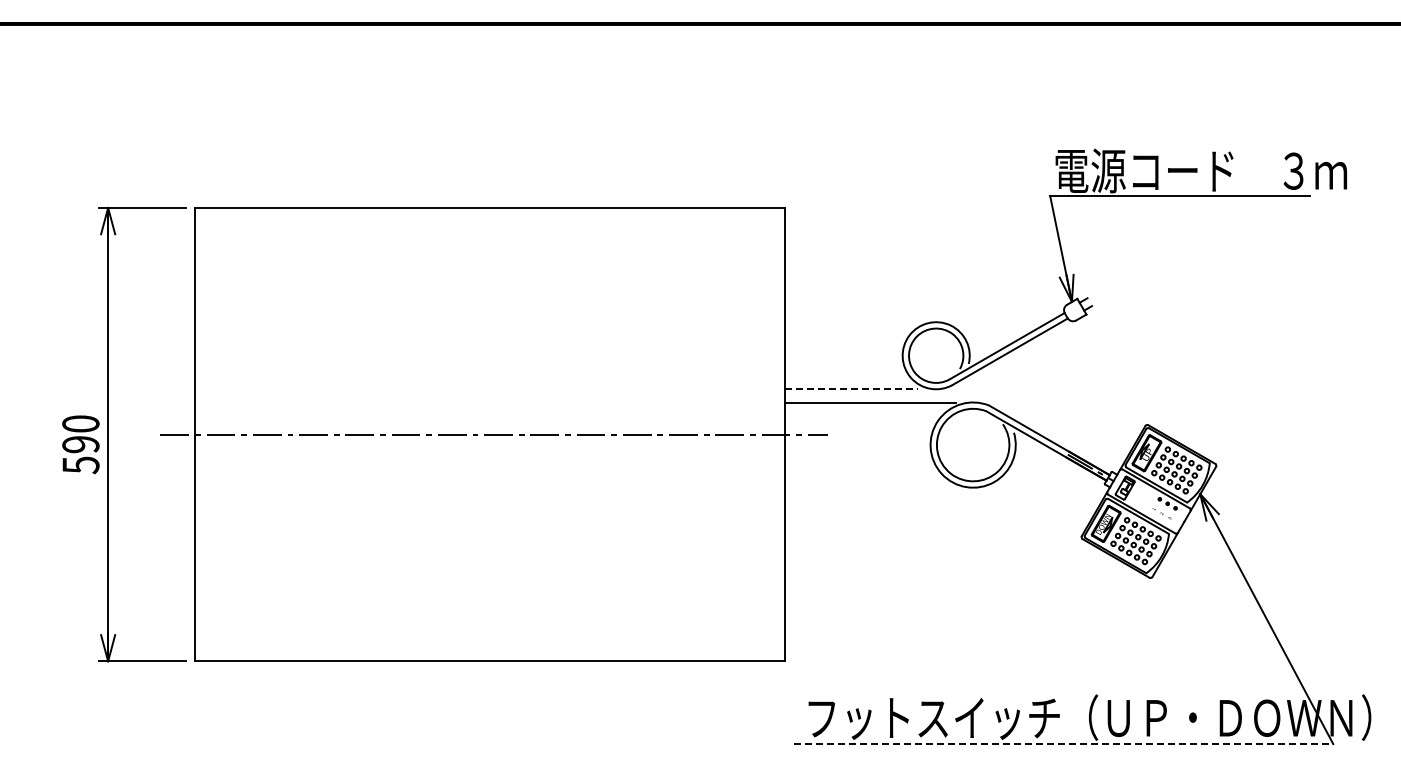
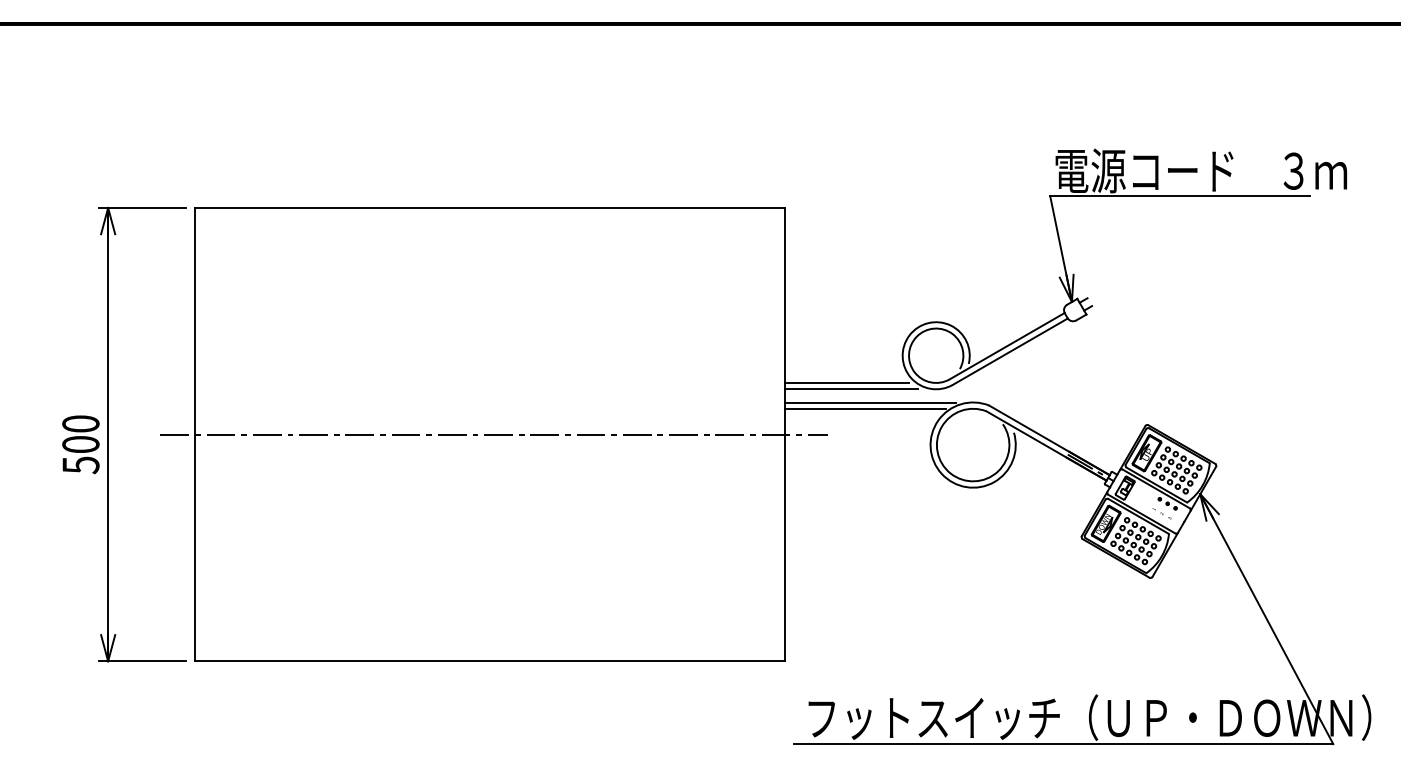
line at (846, 382): none -> present
line at (851, 389): dashed -> solid
line at (864, 409): none -> present
text at (80, 444): 590 -> 500
line at (1064, 744): dashed -> solid
